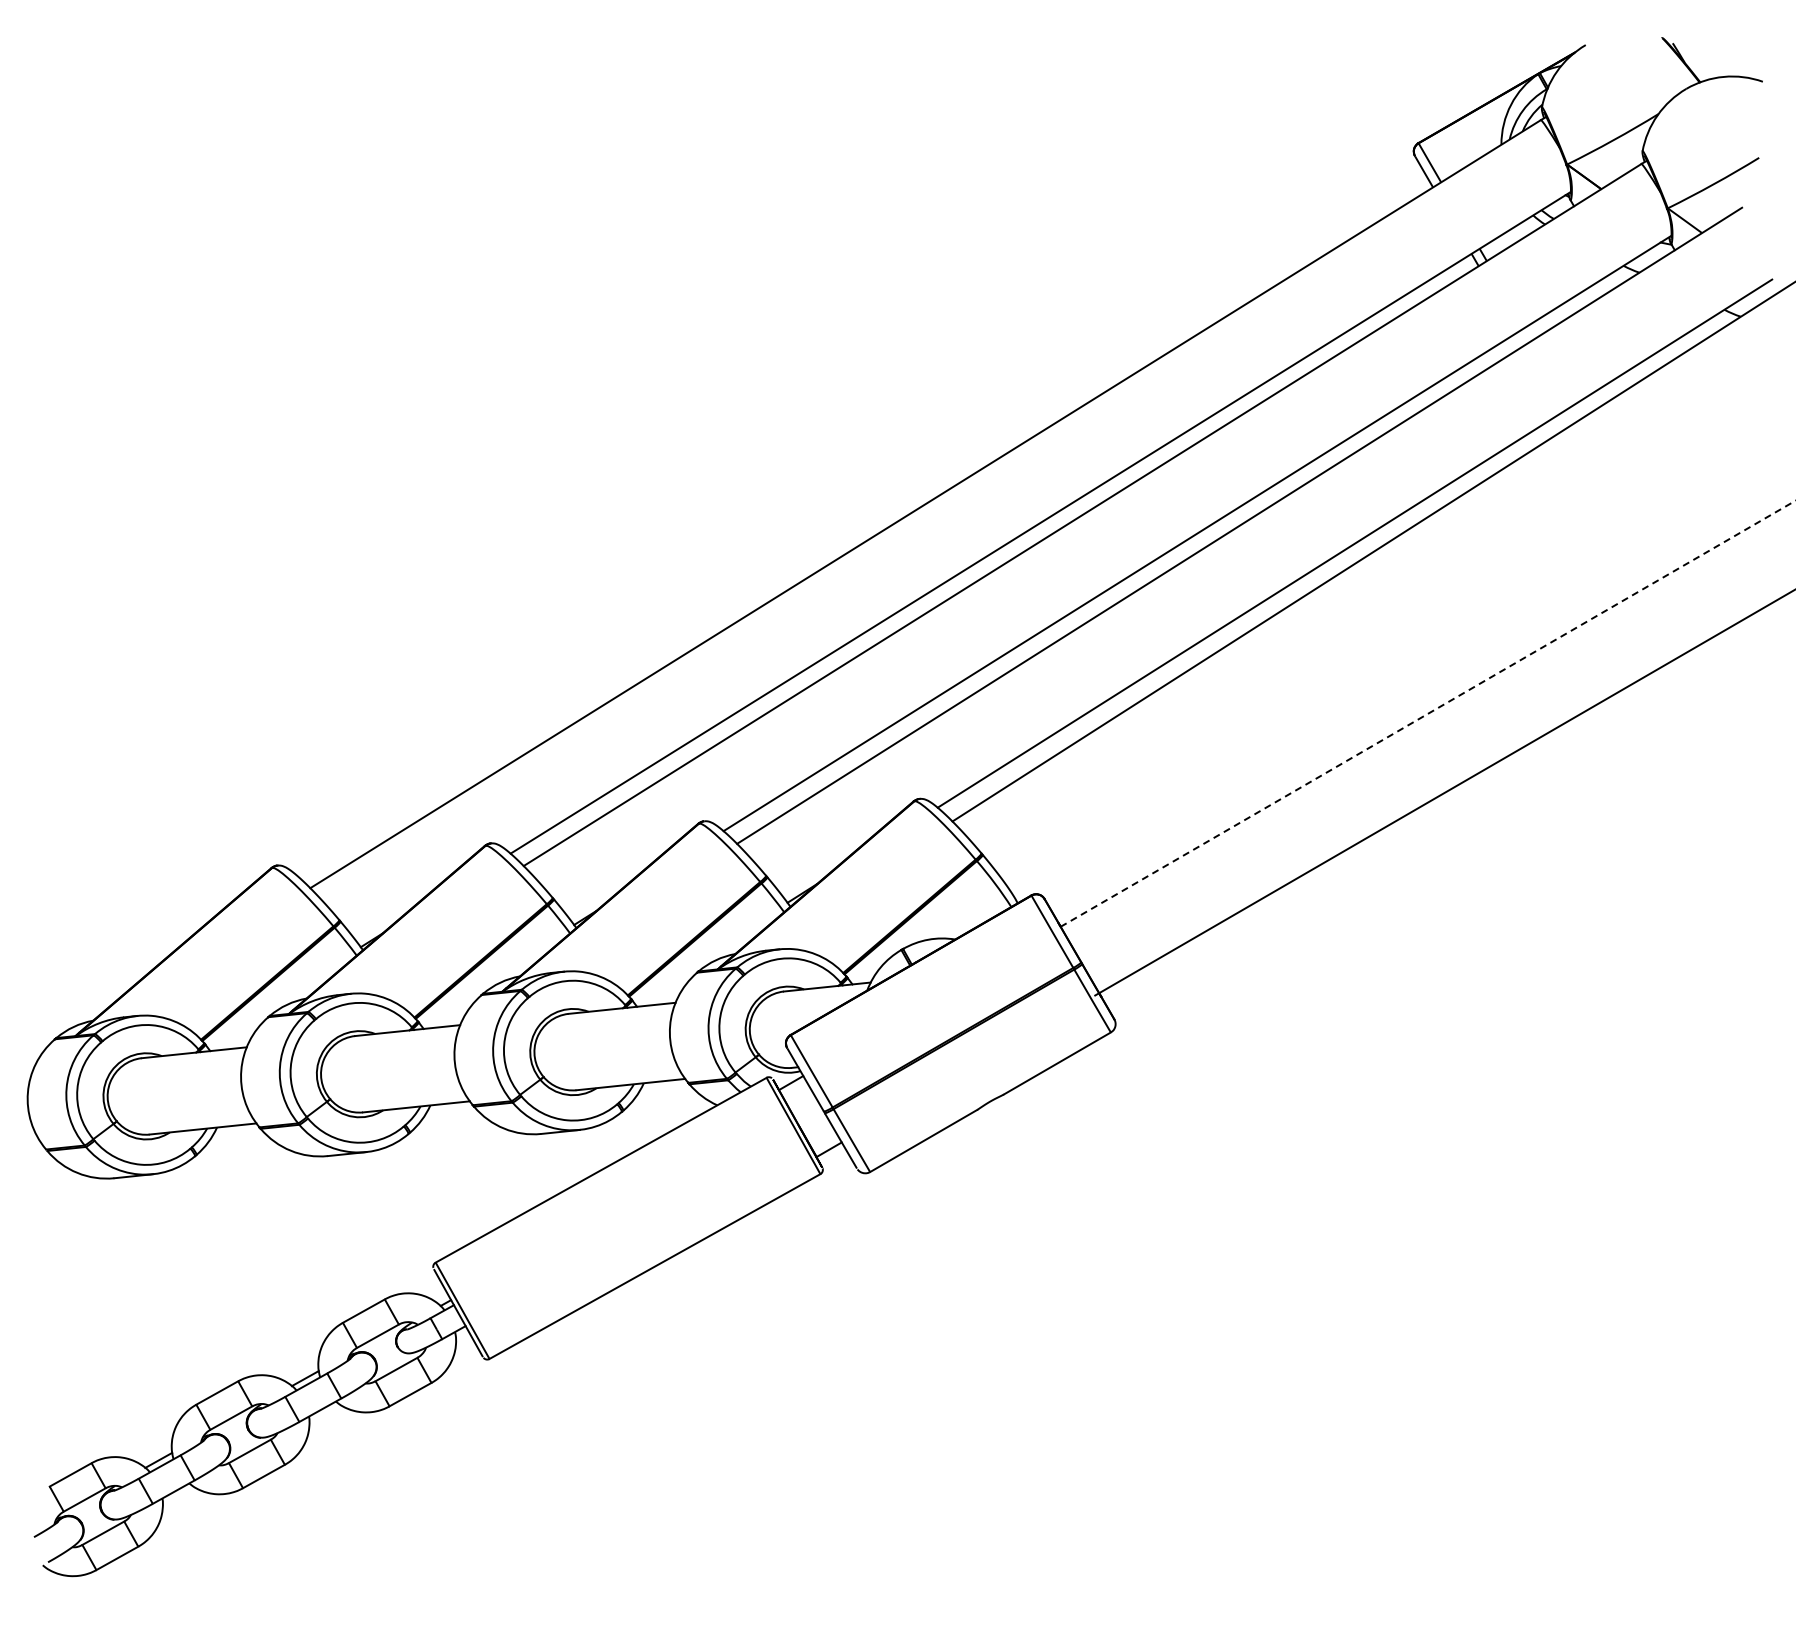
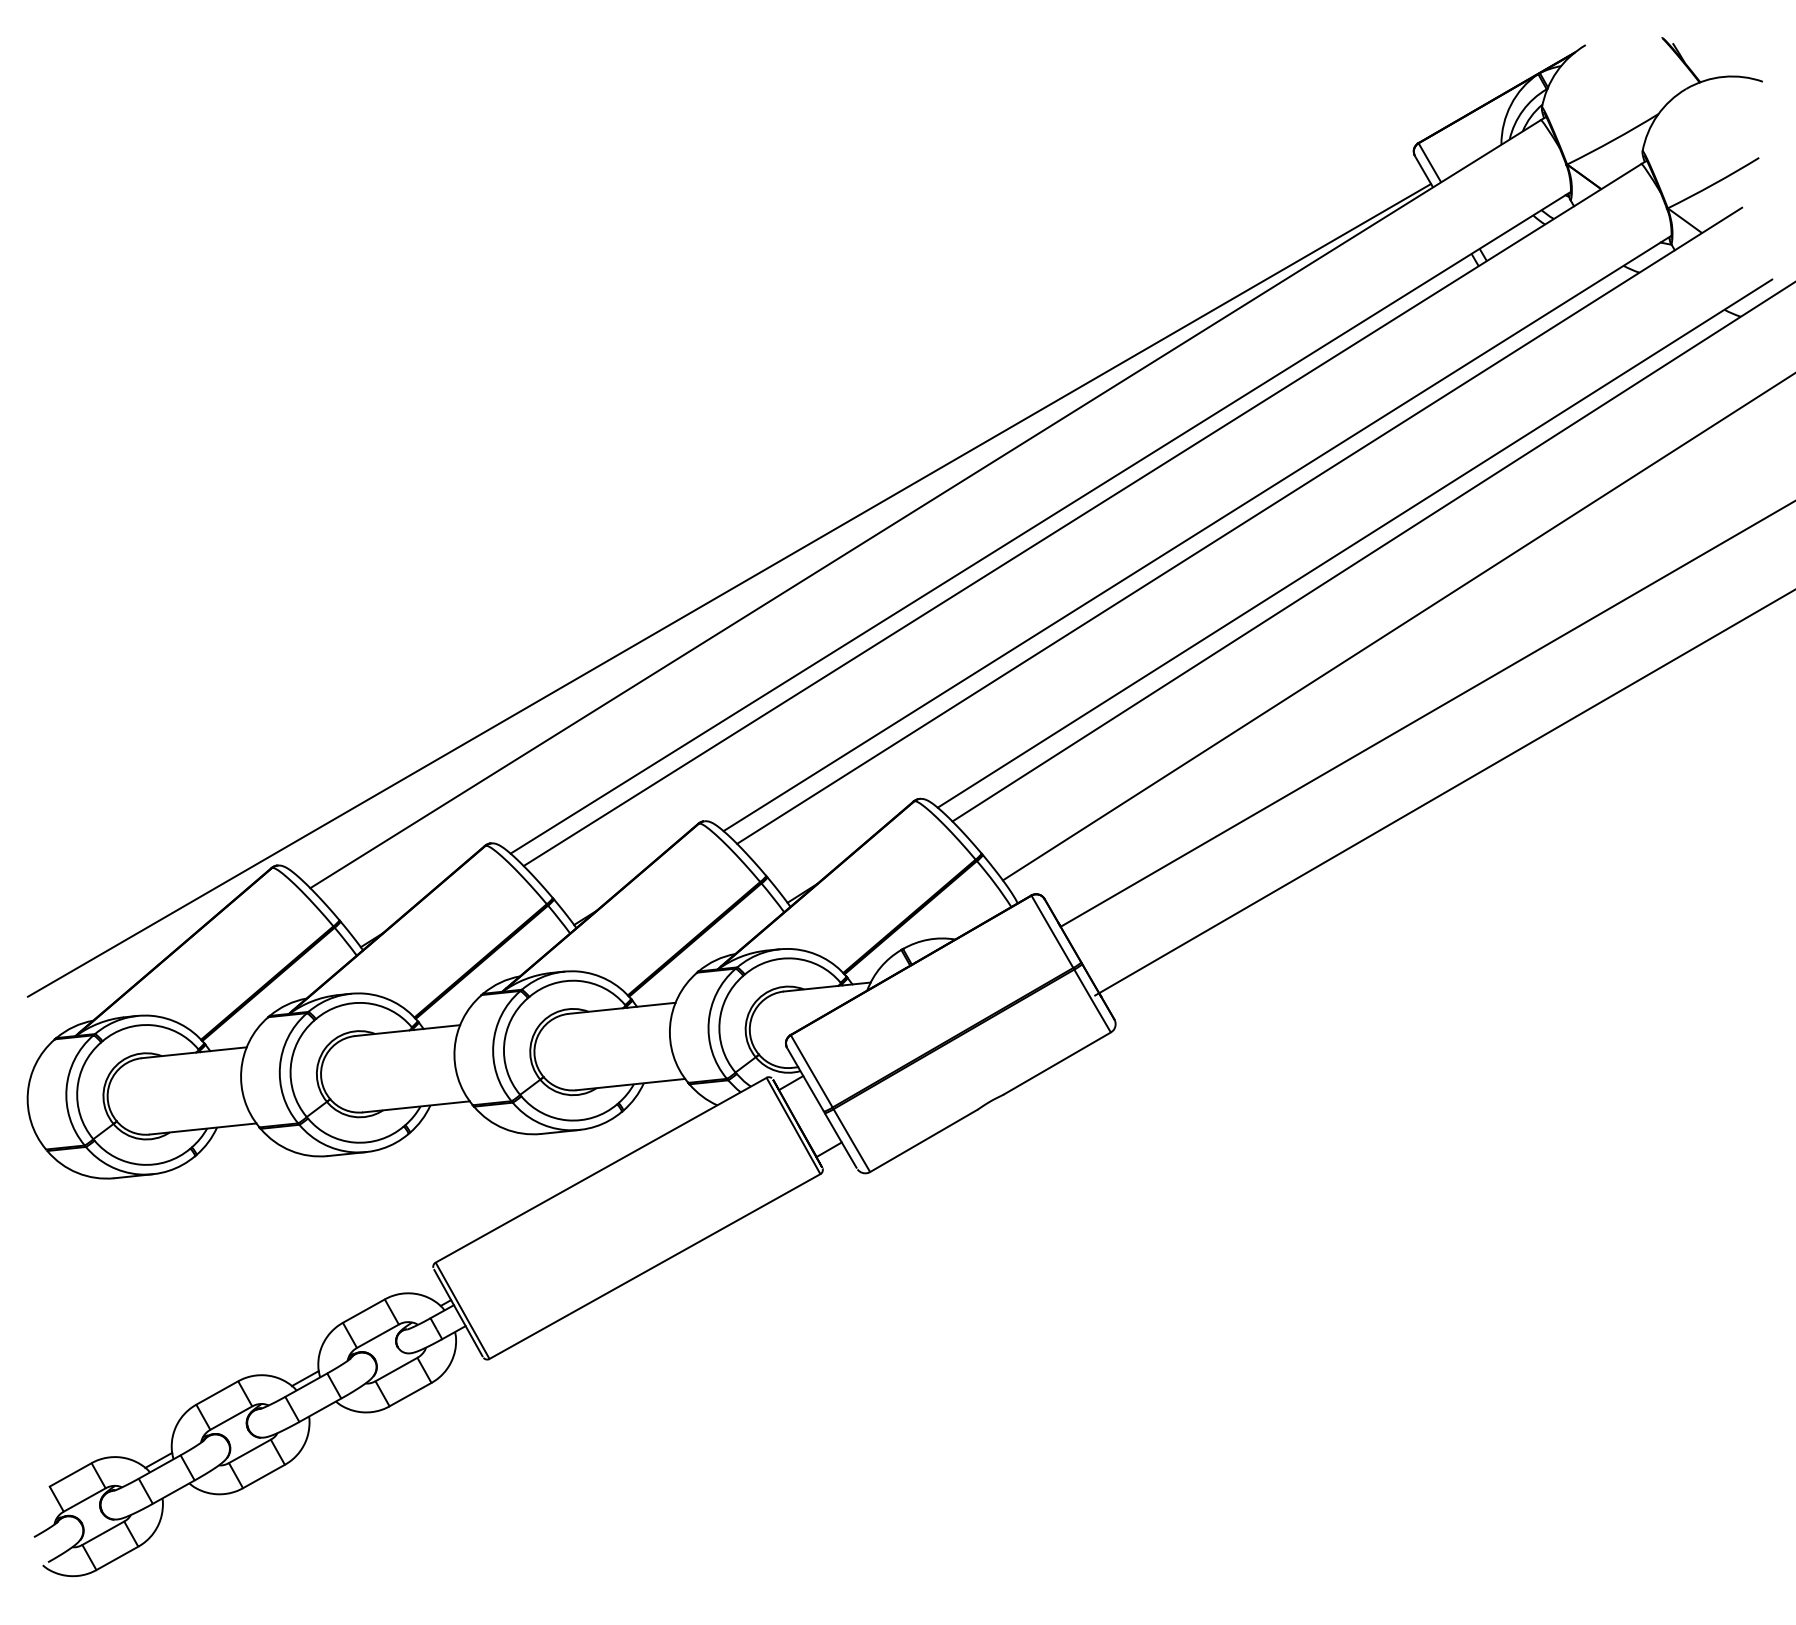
line at (729, 590): none -> present
line at (1397, 627): none -> present
line at (1428, 713): dashed -> solid
